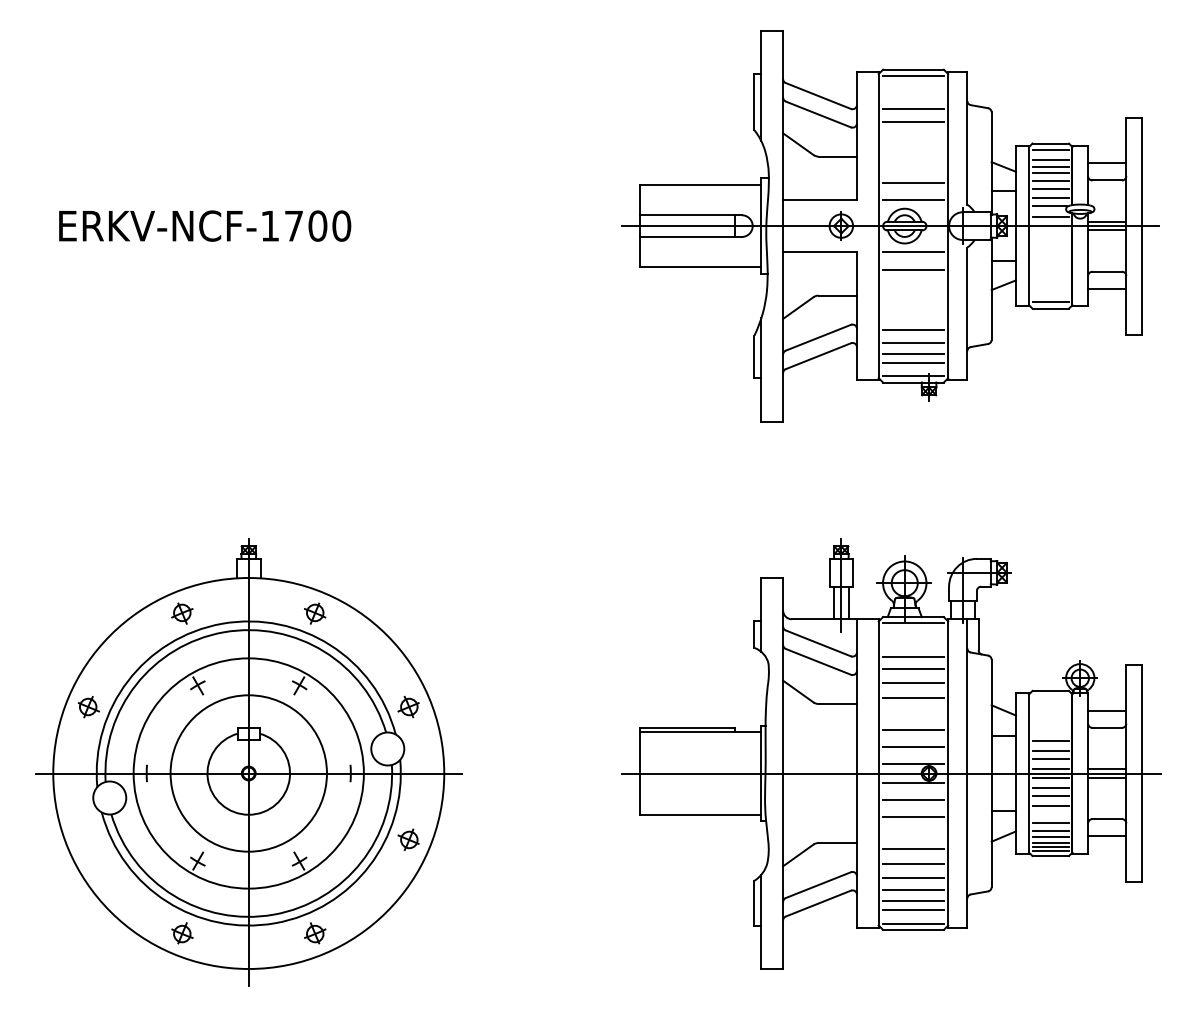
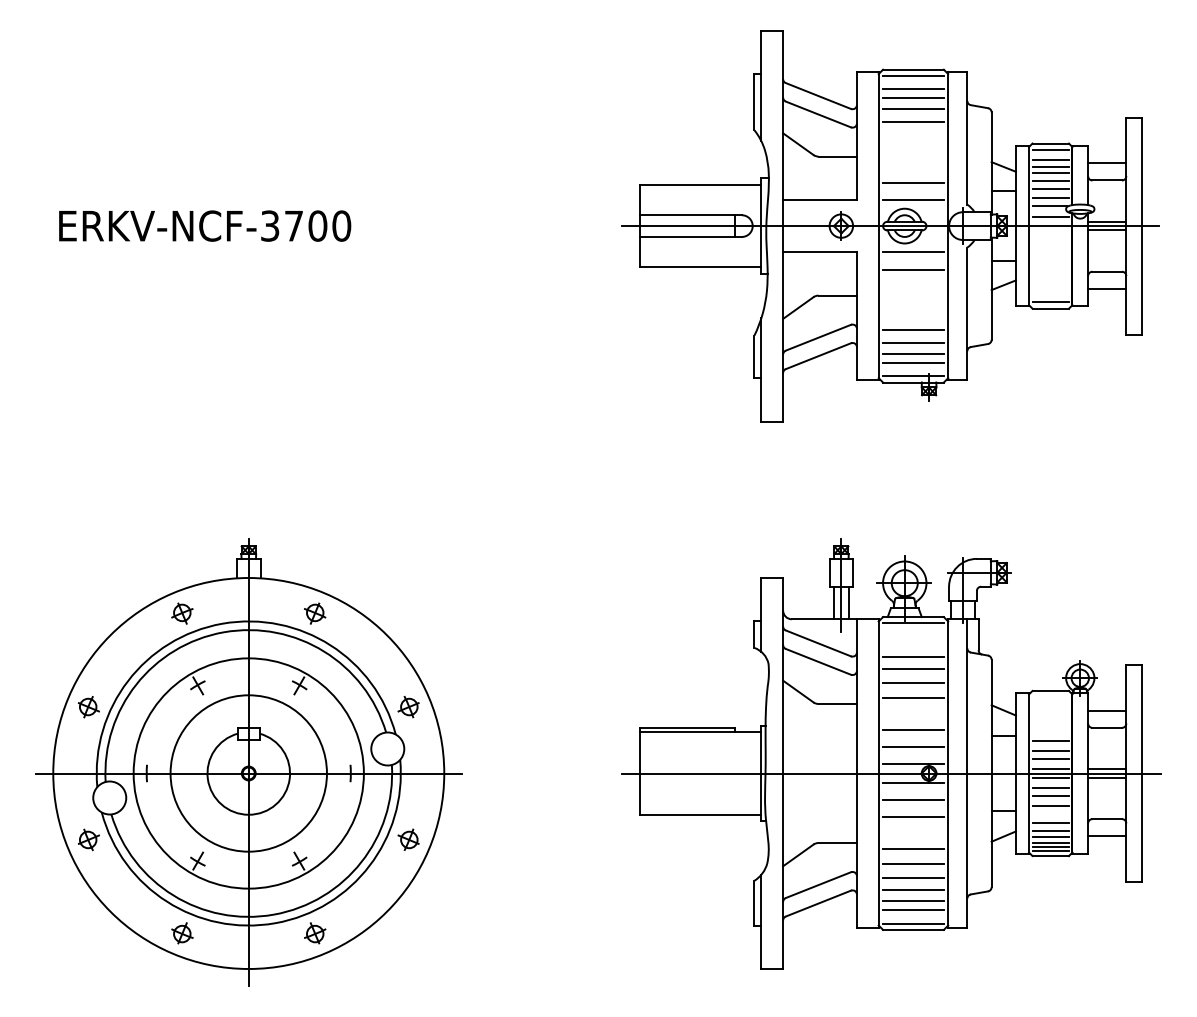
line at (913, 89): none -> present
line at (913, 98): none -> present
text at (270, 225): ERKV-NCF-1700 -> ERKV-NCF-3700
part at (88, 839): none -> present
